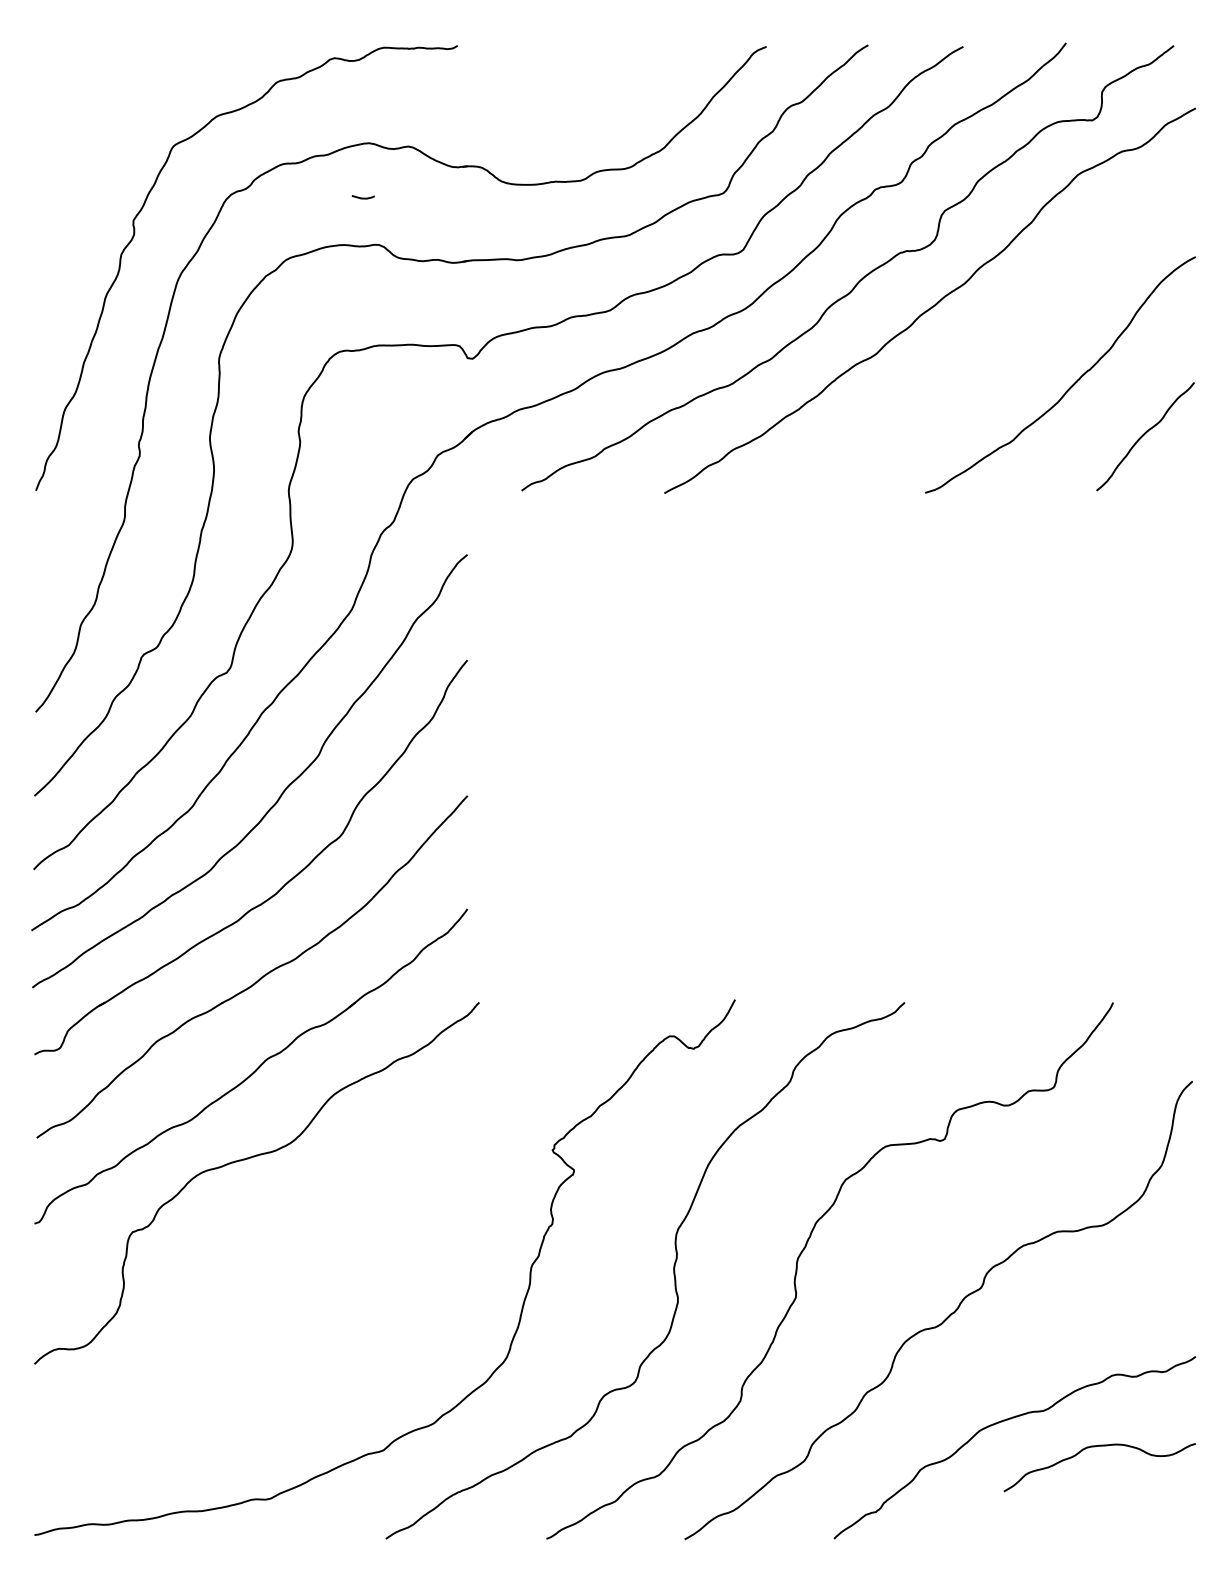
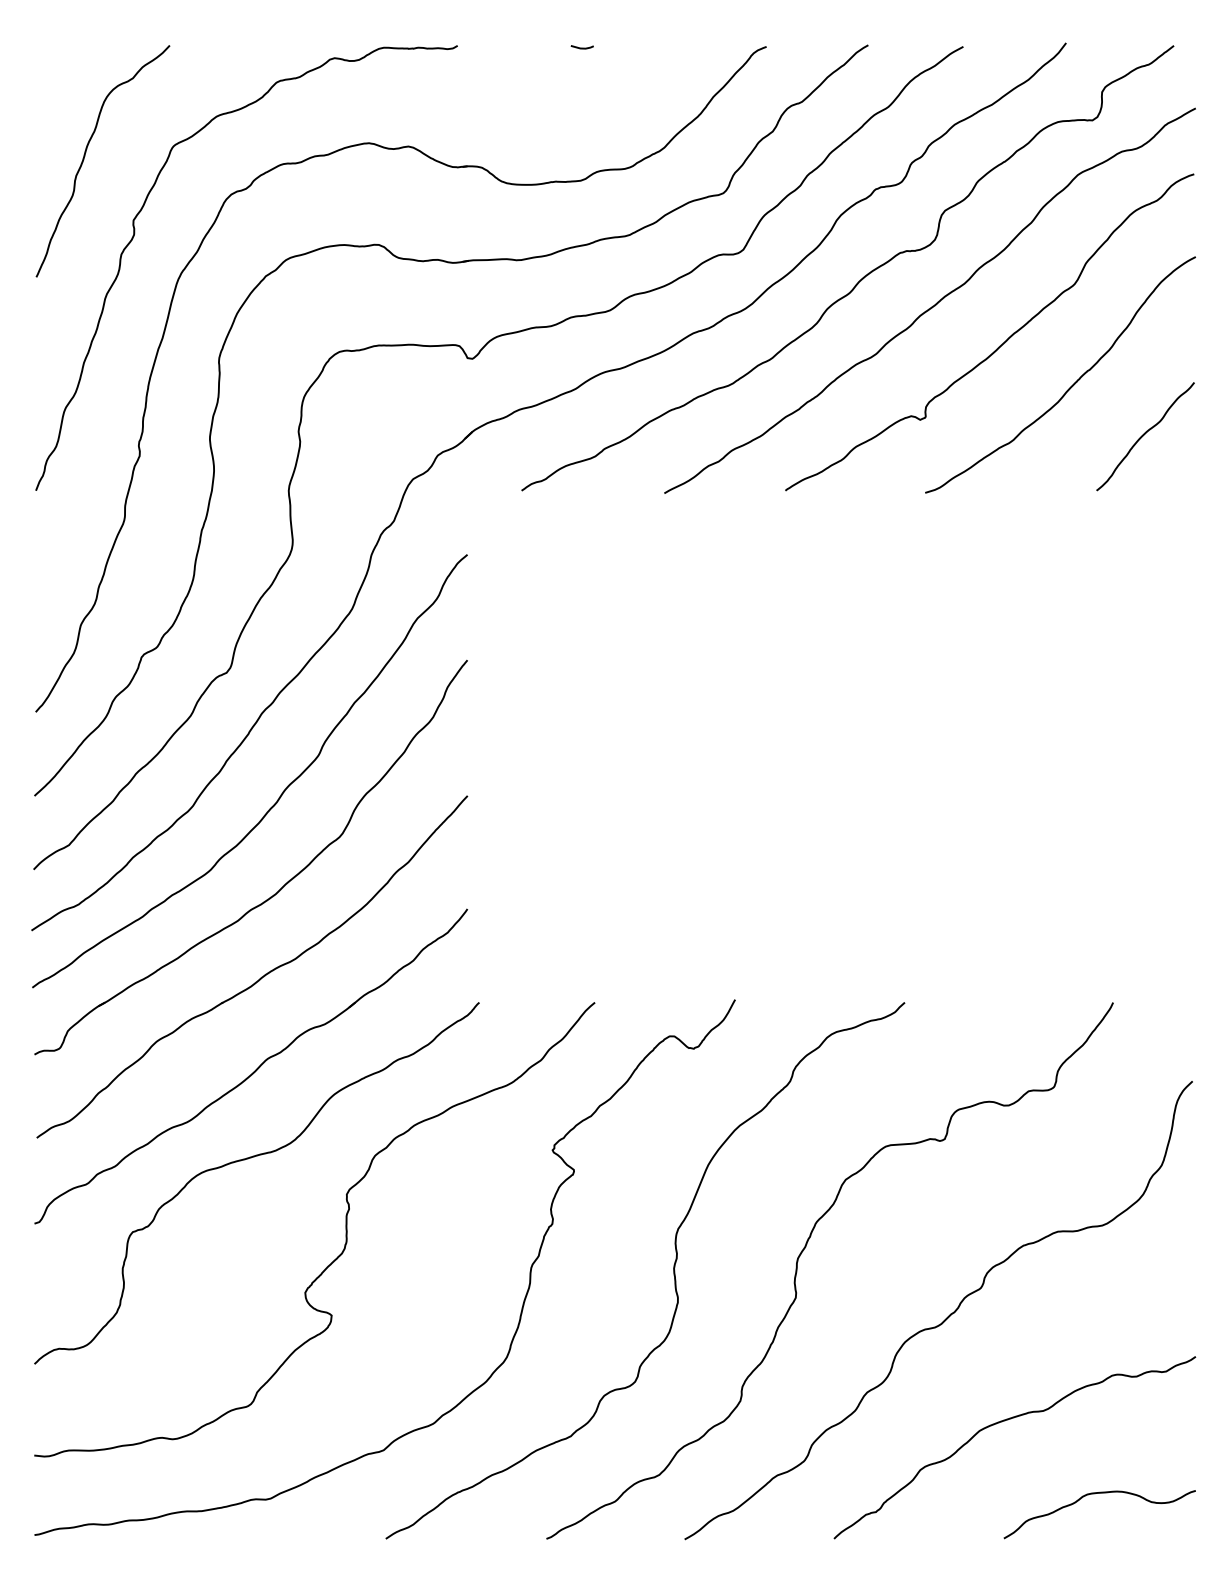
curve at (85, 156): none -> present
curve at (362, 197) position: (362, 197) -> (581, 47)
curve at (999, 345): none -> present
curve at (345, 1229): none -> present
curve at (1095, 1447) position: (1095, 1447) -> (1095, 1494)
